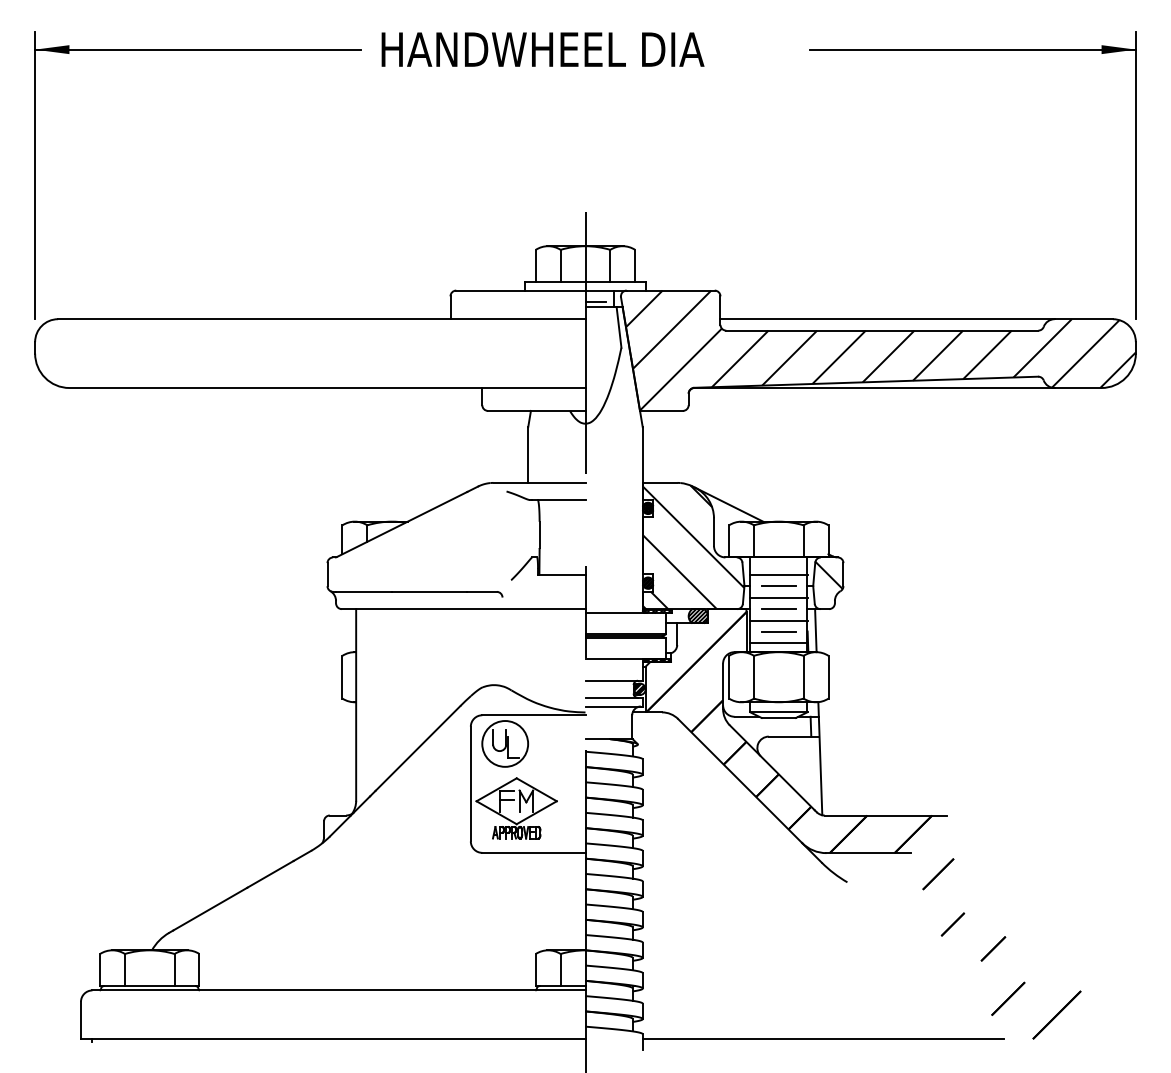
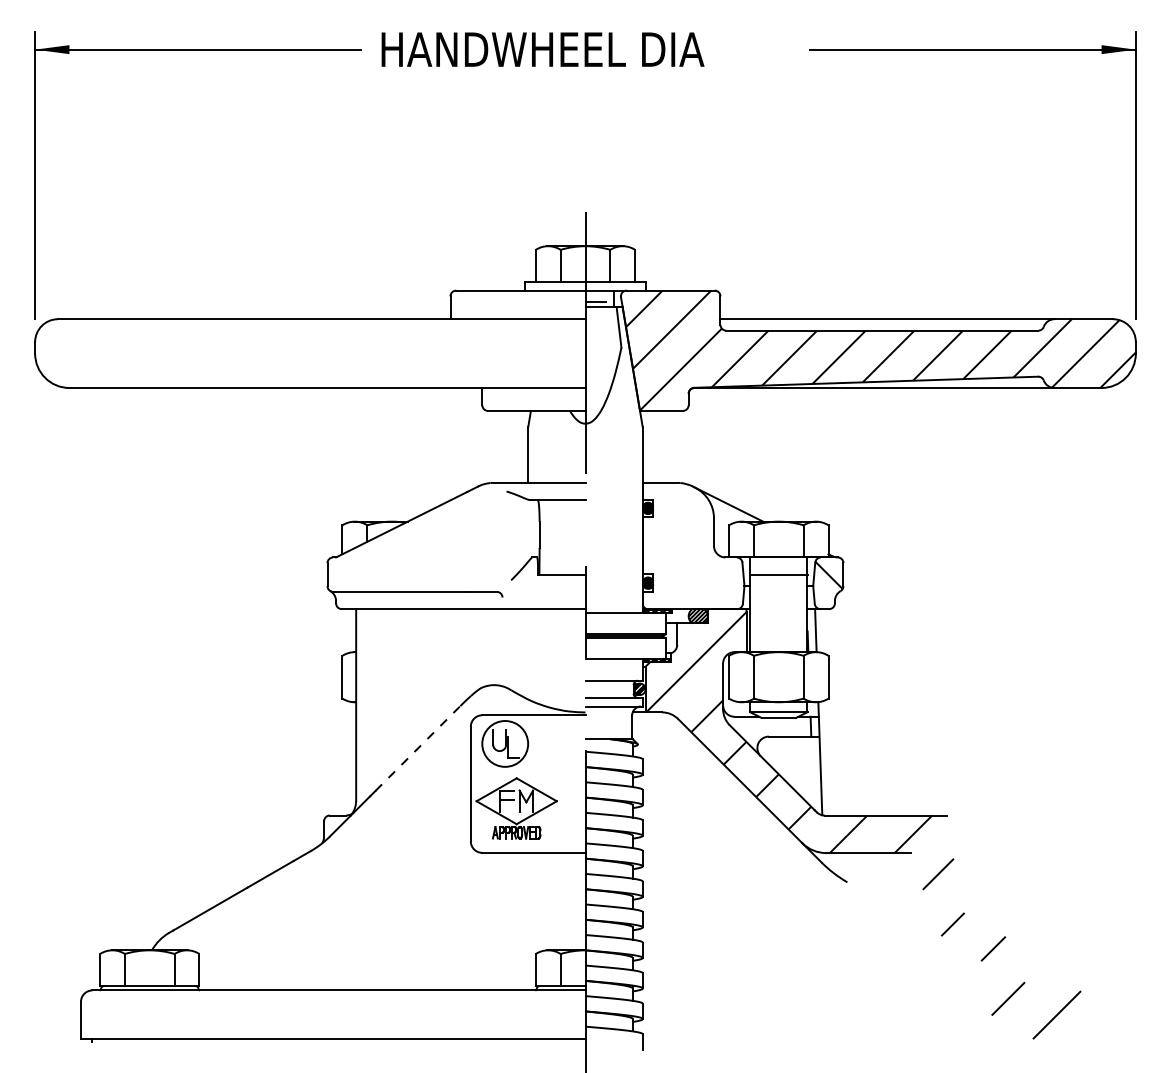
hatch at (693, 547): present -> none
line at (778, 586): present -> none
line at (778, 597): present -> none
line at (778, 608): present -> none
line at (778, 620): present -> none
line at (778, 632): present -> none
line at (778, 643): present -> none
line at (417, 748): solid -> dashed
hatch at (863, 825): present -> none
line at (822, 1039): present -> none
